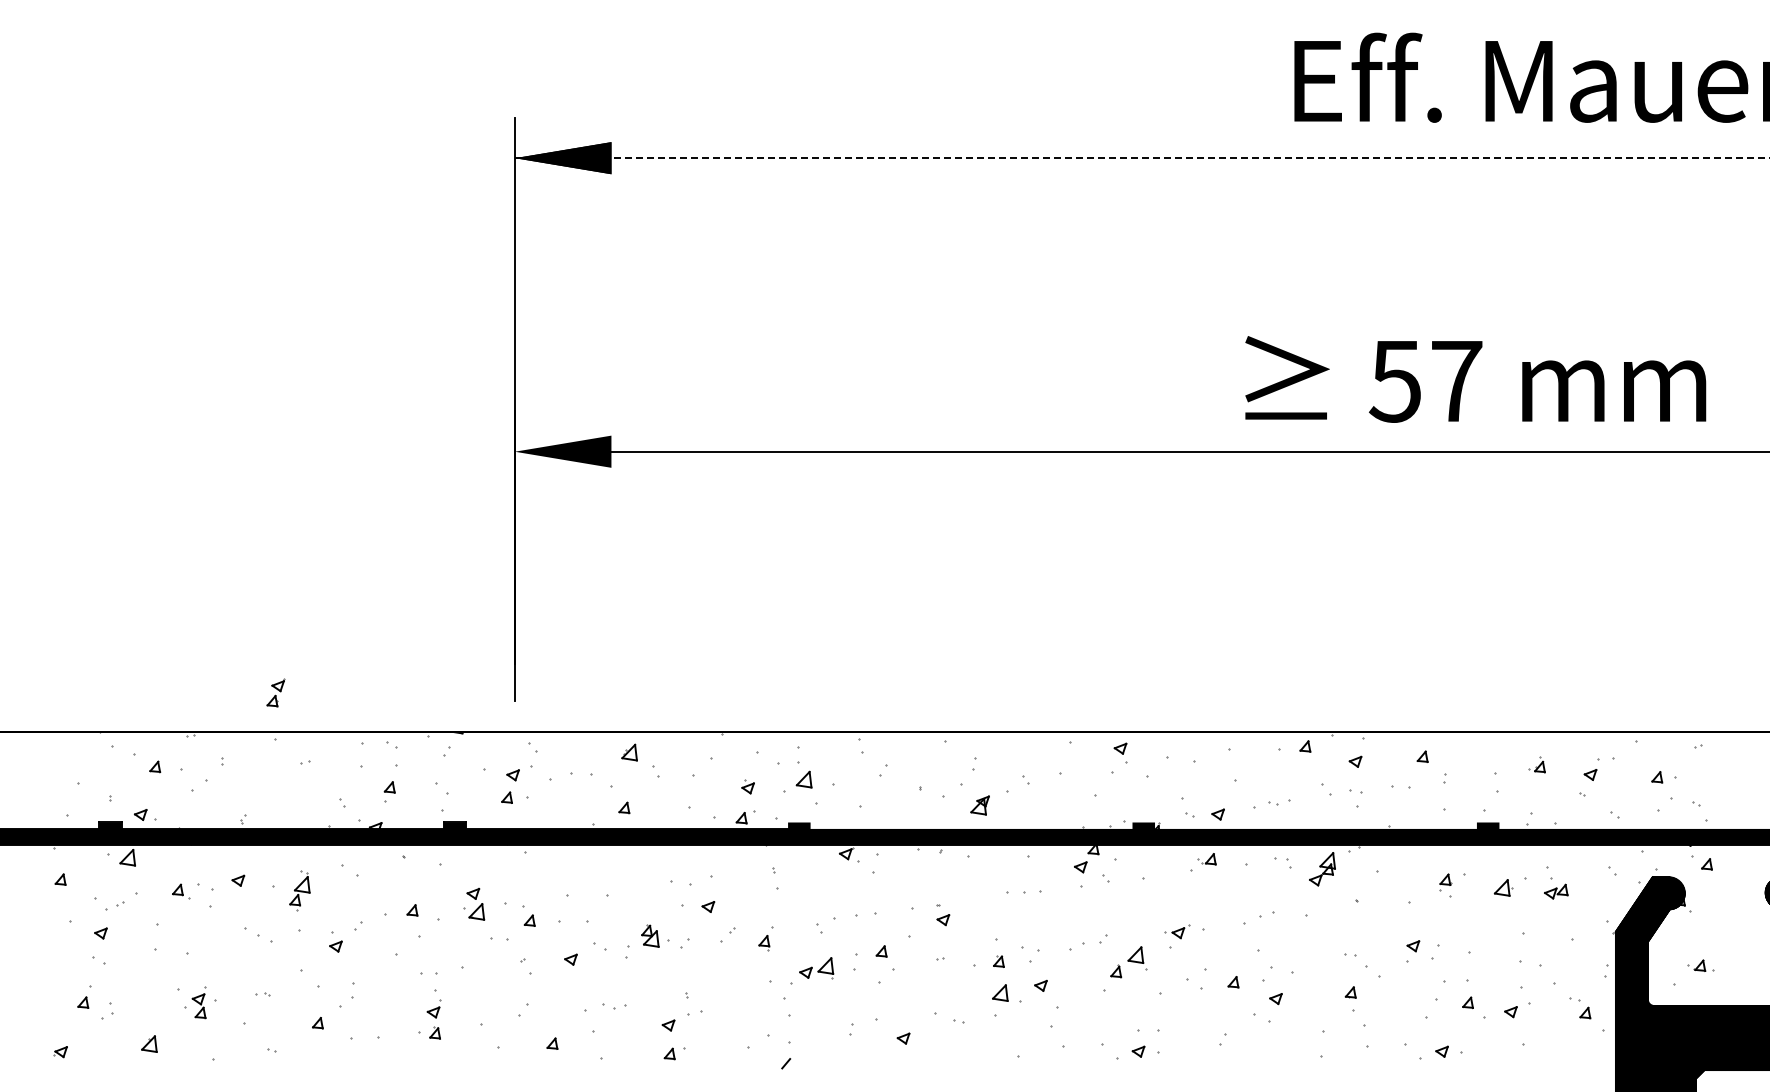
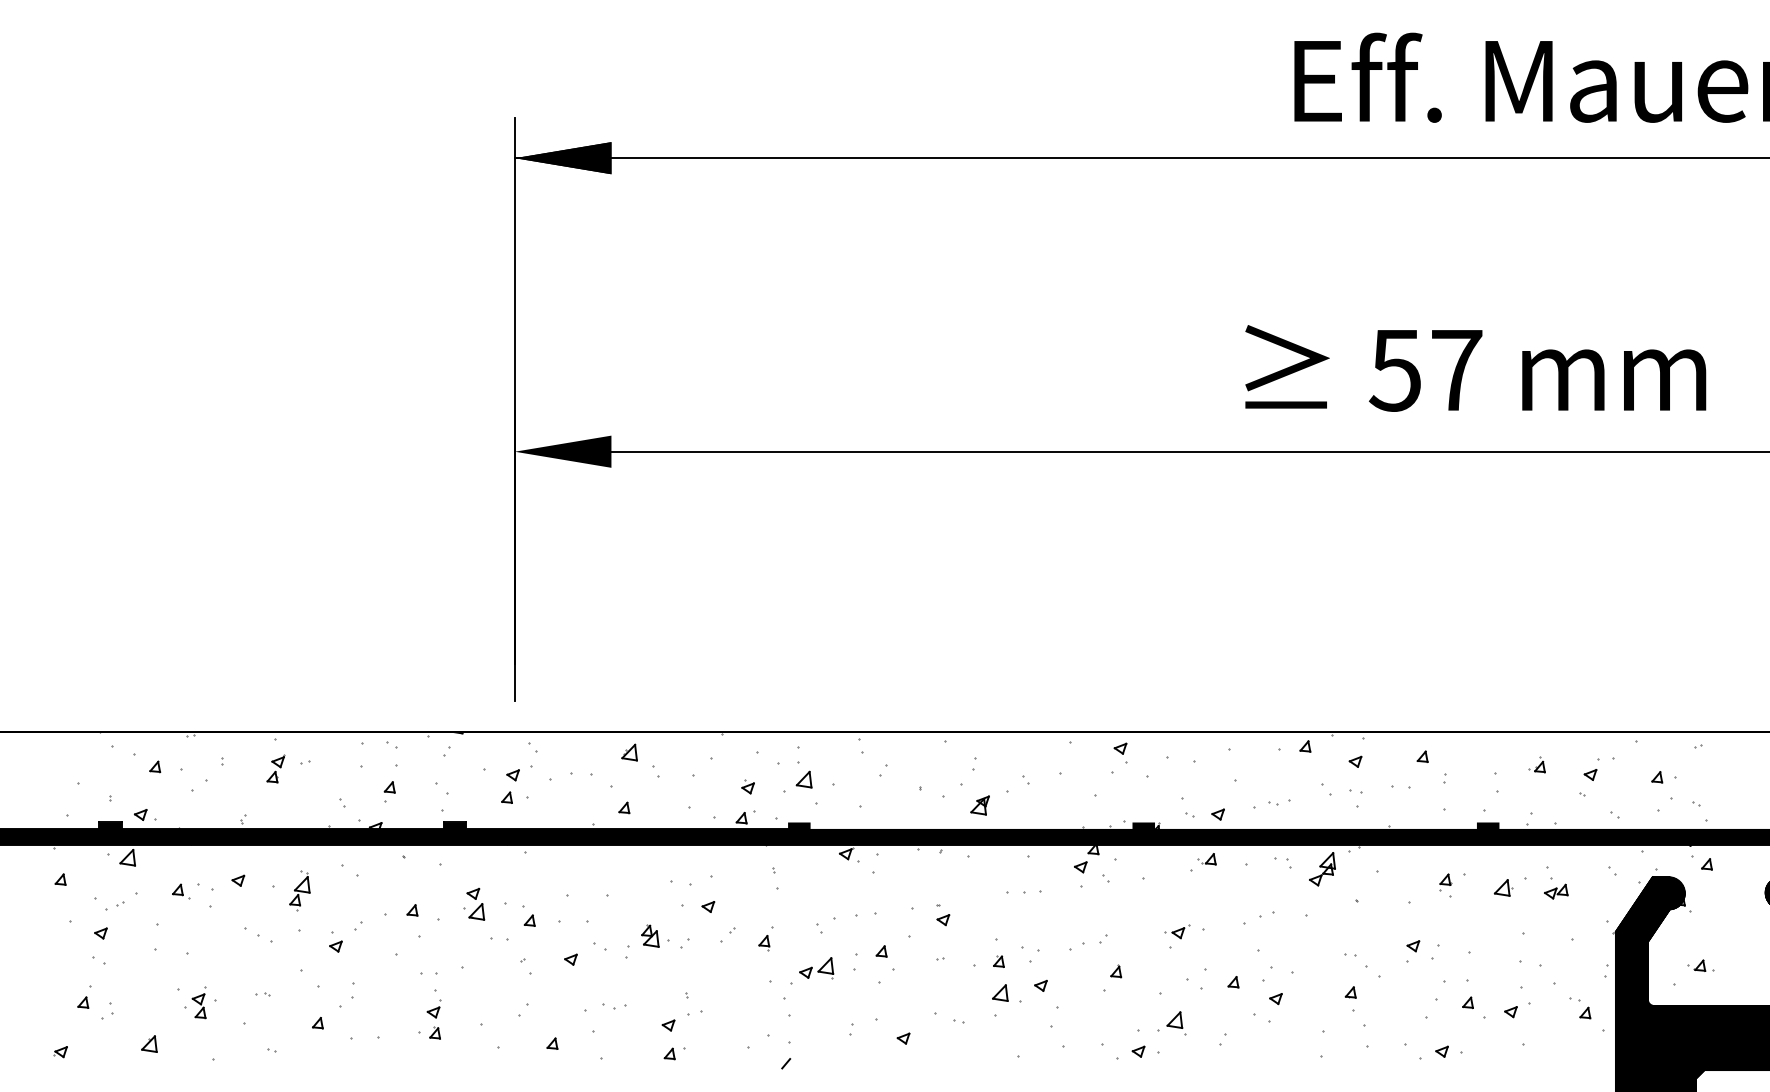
line at (1142, 158): dashed -> solid
text at (1475, 379) position: (1475, 379) -> (1475, 368)
part at (275, 692) position: (275, 692) -> (275, 768)
part at (1137, 958) position: (1137, 958) -> (1176, 1023)
